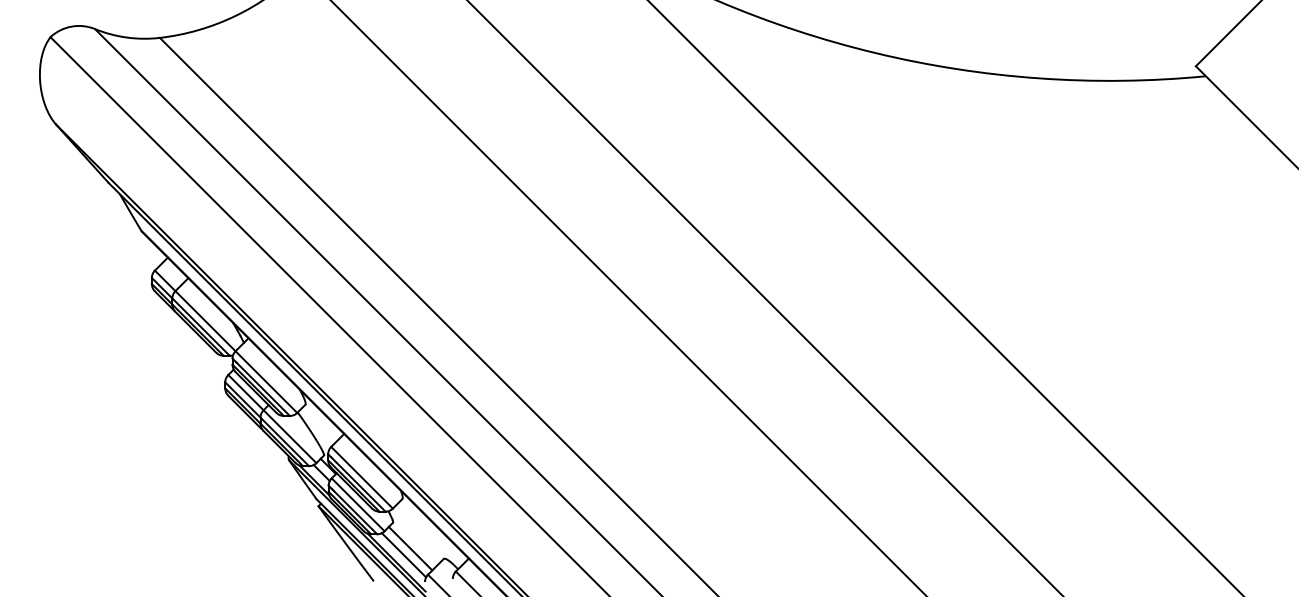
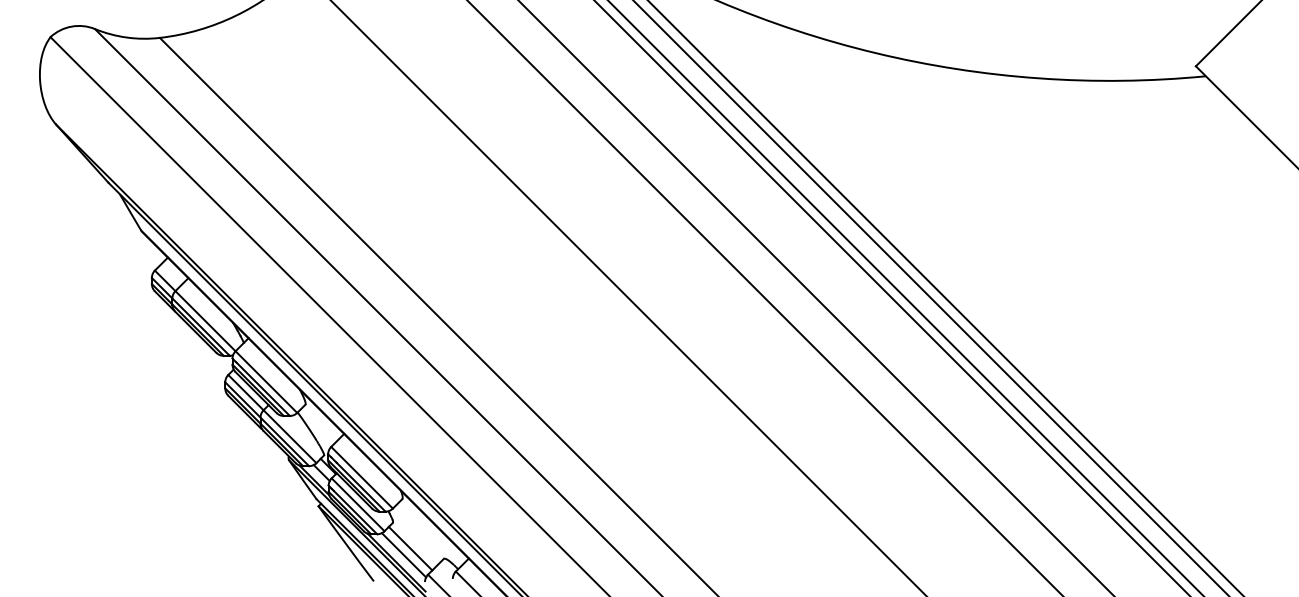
line at (815, 297): none -> present
line at (891, 297): none -> present
line at (904, 297): none -> present
line at (930, 297): none -> present
